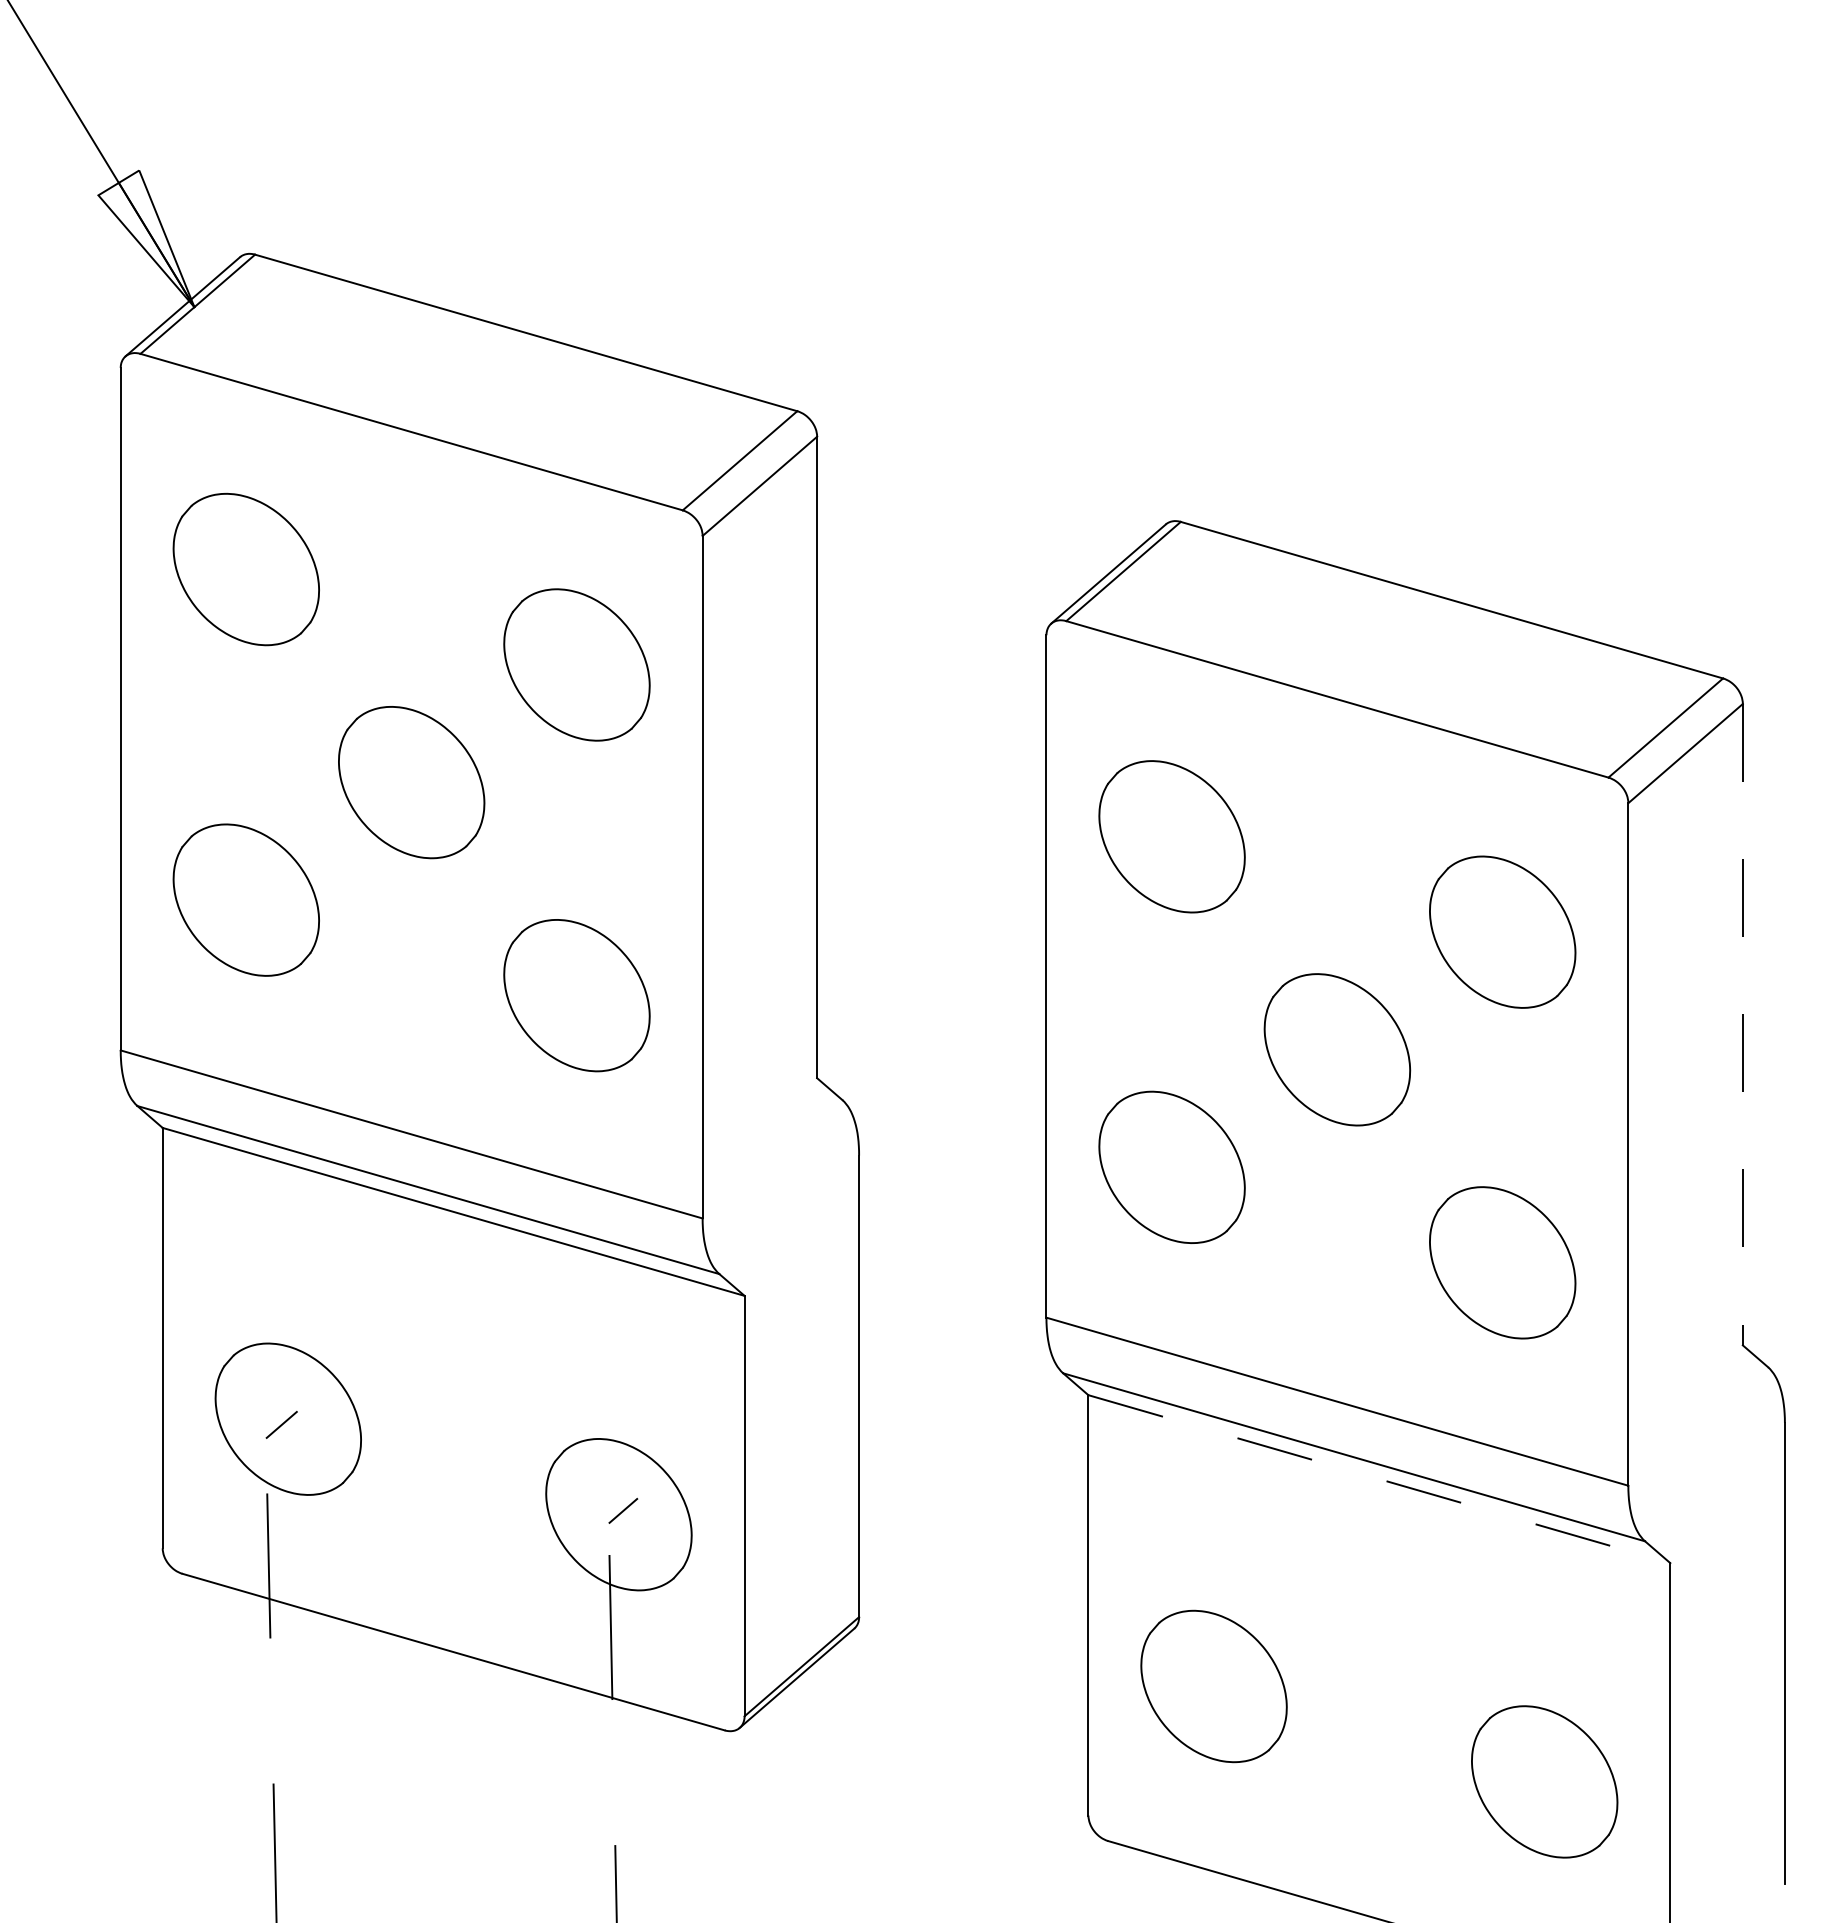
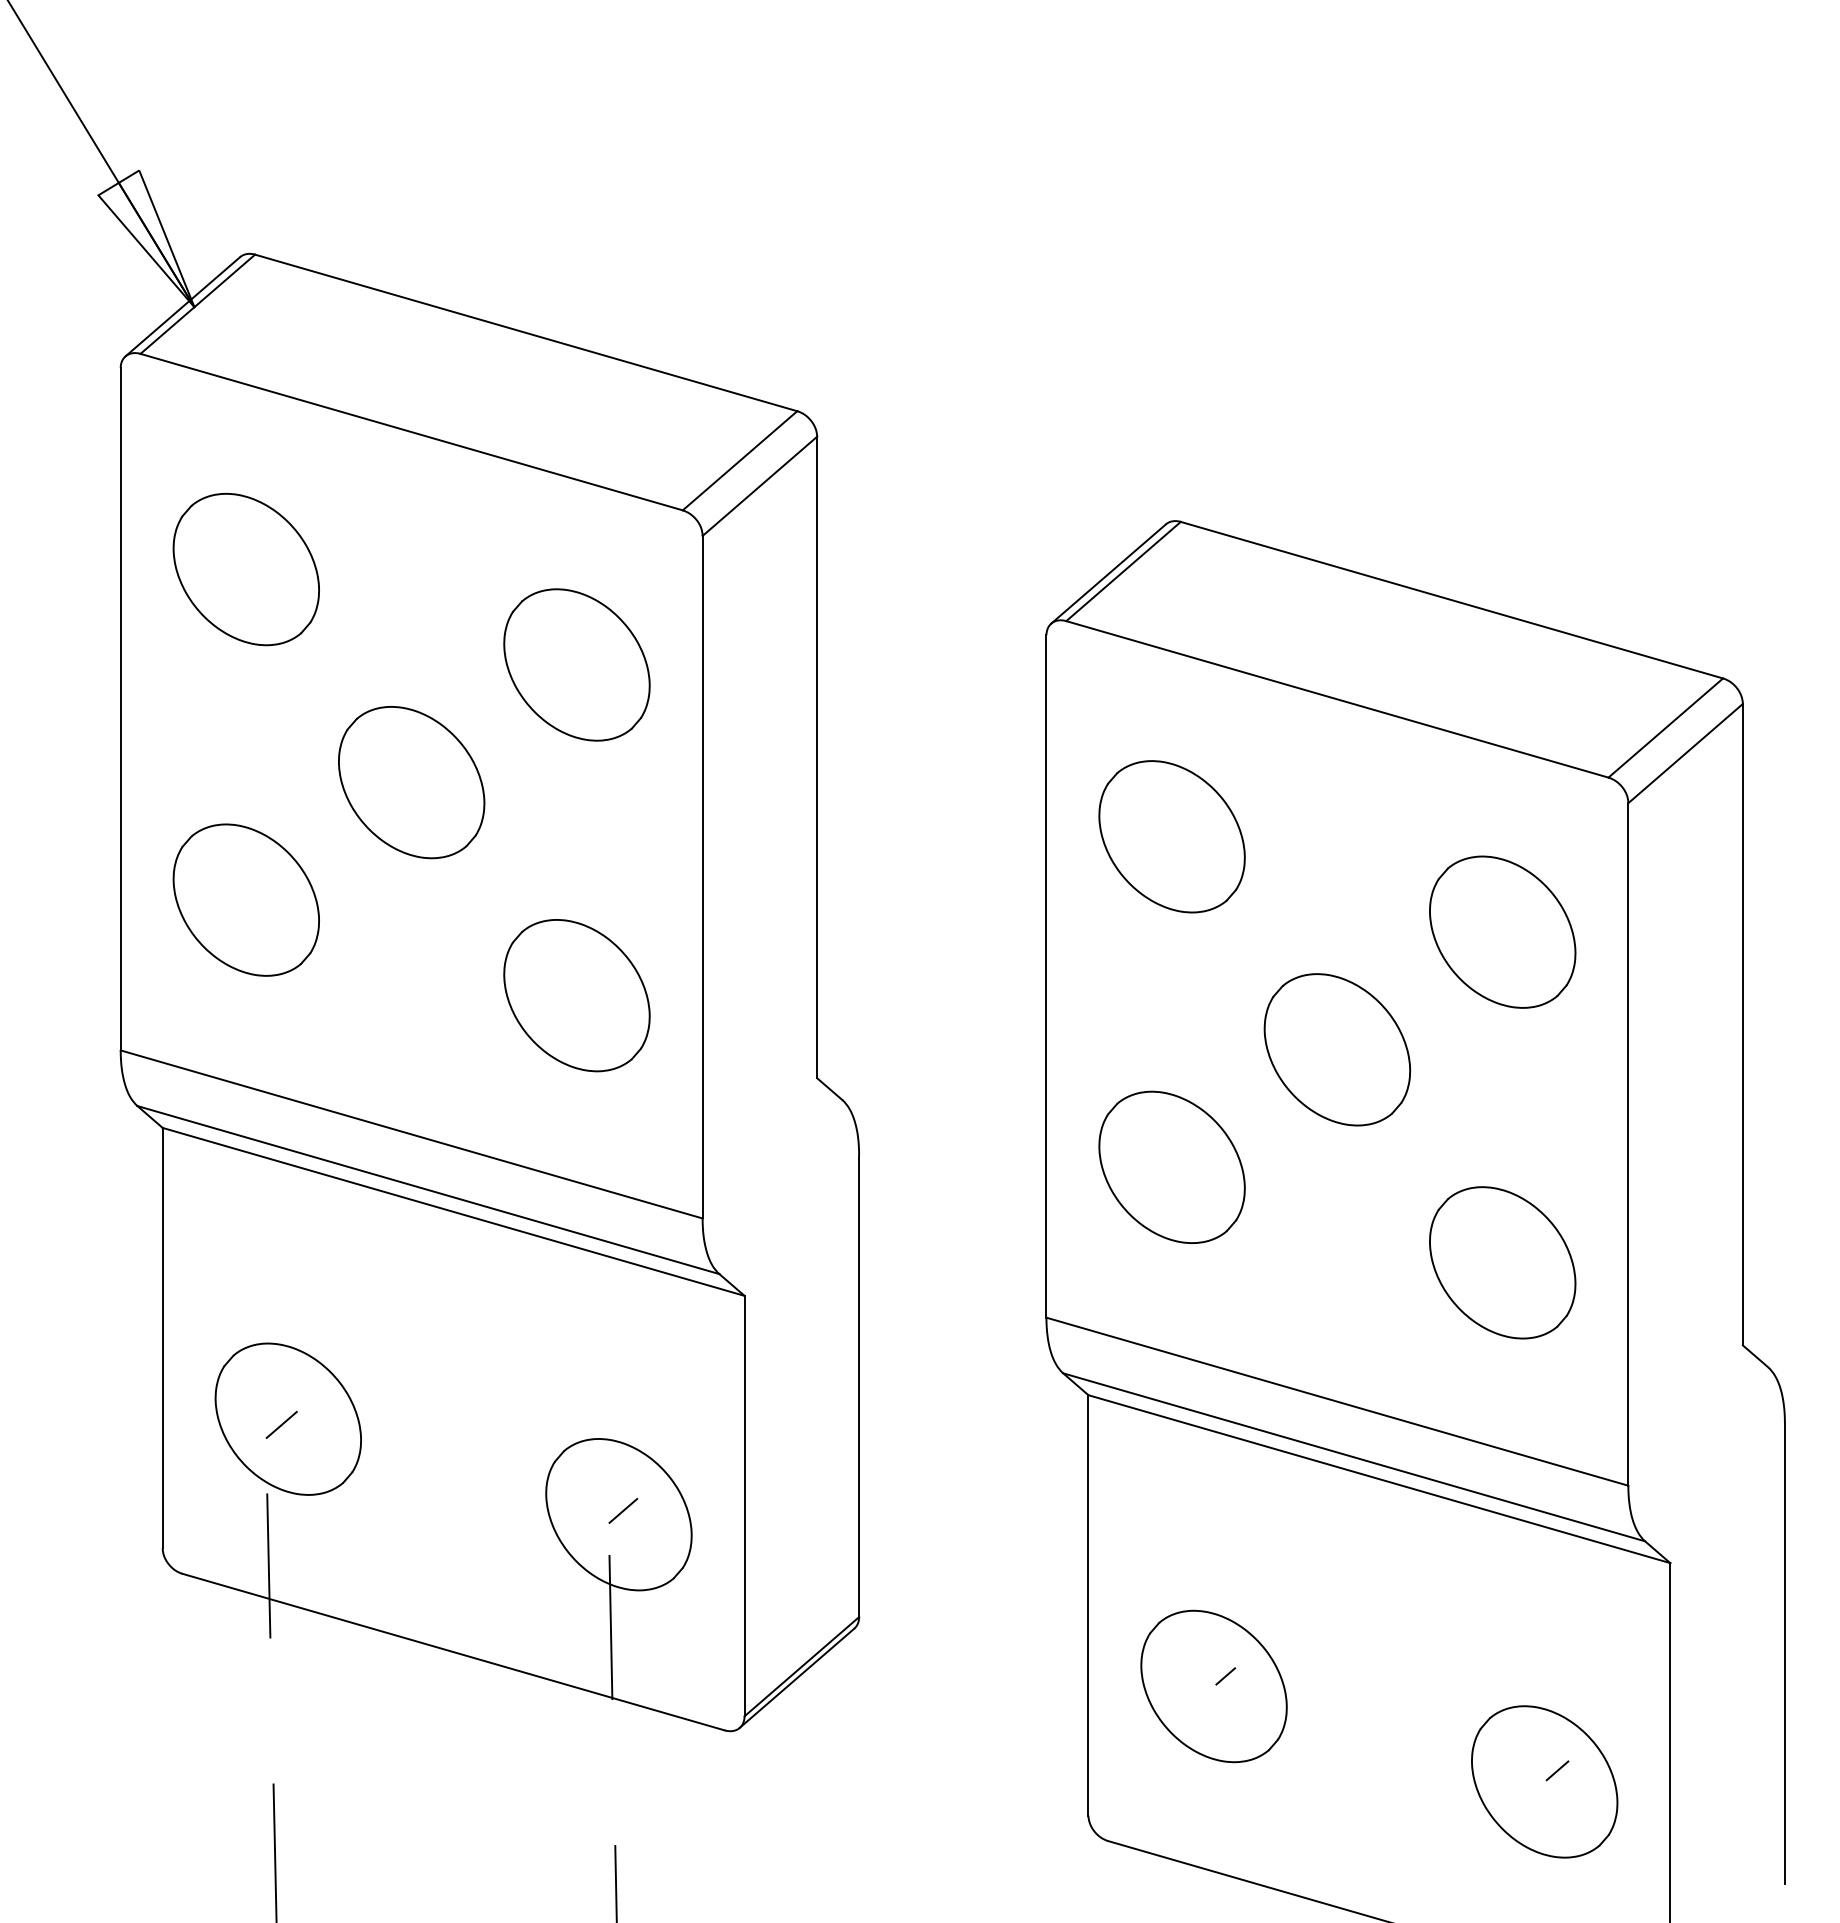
line at (1742, 1024): dashed -> solid
line at (1379, 1479): dashed -> solid
line at (1225, 1676): none -> present
line at (1557, 1770): none -> present
